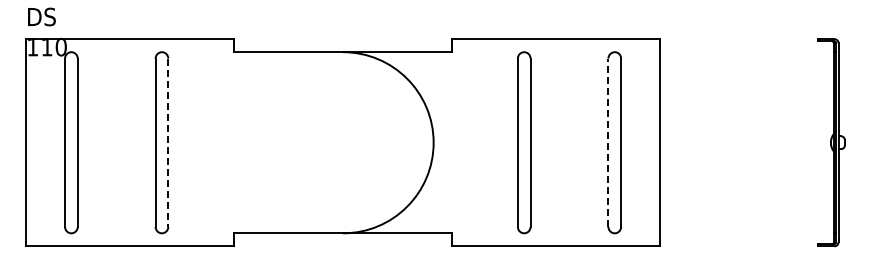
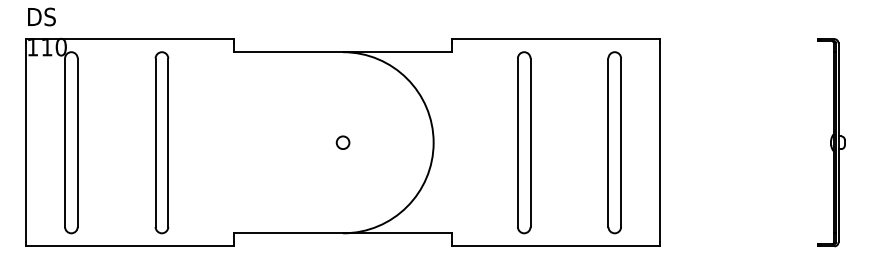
circle at (342, 142): none -> present
line at (608, 142): dashed -> solid
line at (168, 143): dashed -> solid
